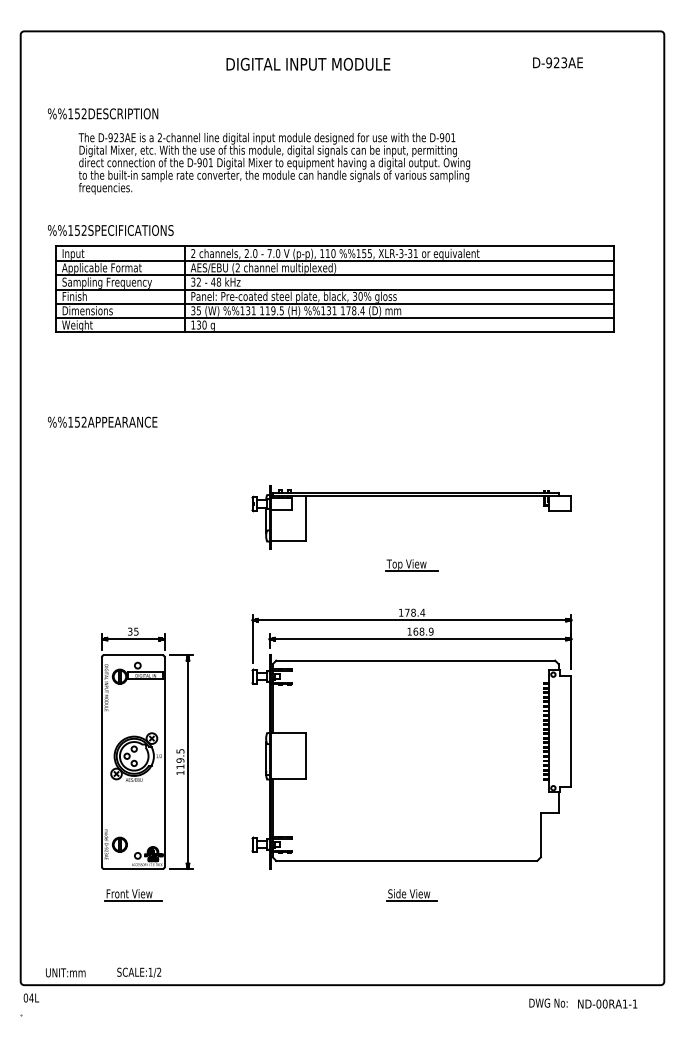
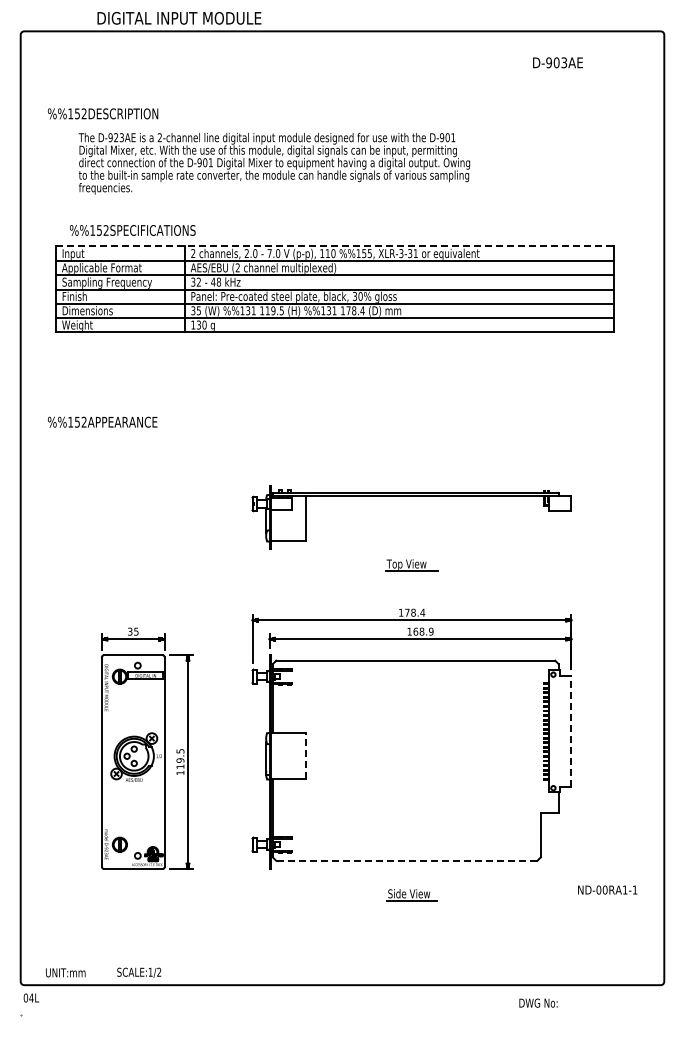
text at (556, 62): D-923AE -> D-903AE
text at (308, 63) position: (308, 63) -> (179, 17)
text at (110, 230) position: (110, 230) -> (132, 230)
line at (335, 245): solid -> dashed
line at (571, 731): solid -> dashed
line at (306, 756): solid -> dashed
line at (406, 860): solid -> dashed
part at (133, 895): present -> none
text at (548, 1002) position: (548, 1002) -> (538, 1002)
text at (607, 1003) position: (607, 1003) -> (607, 889)
